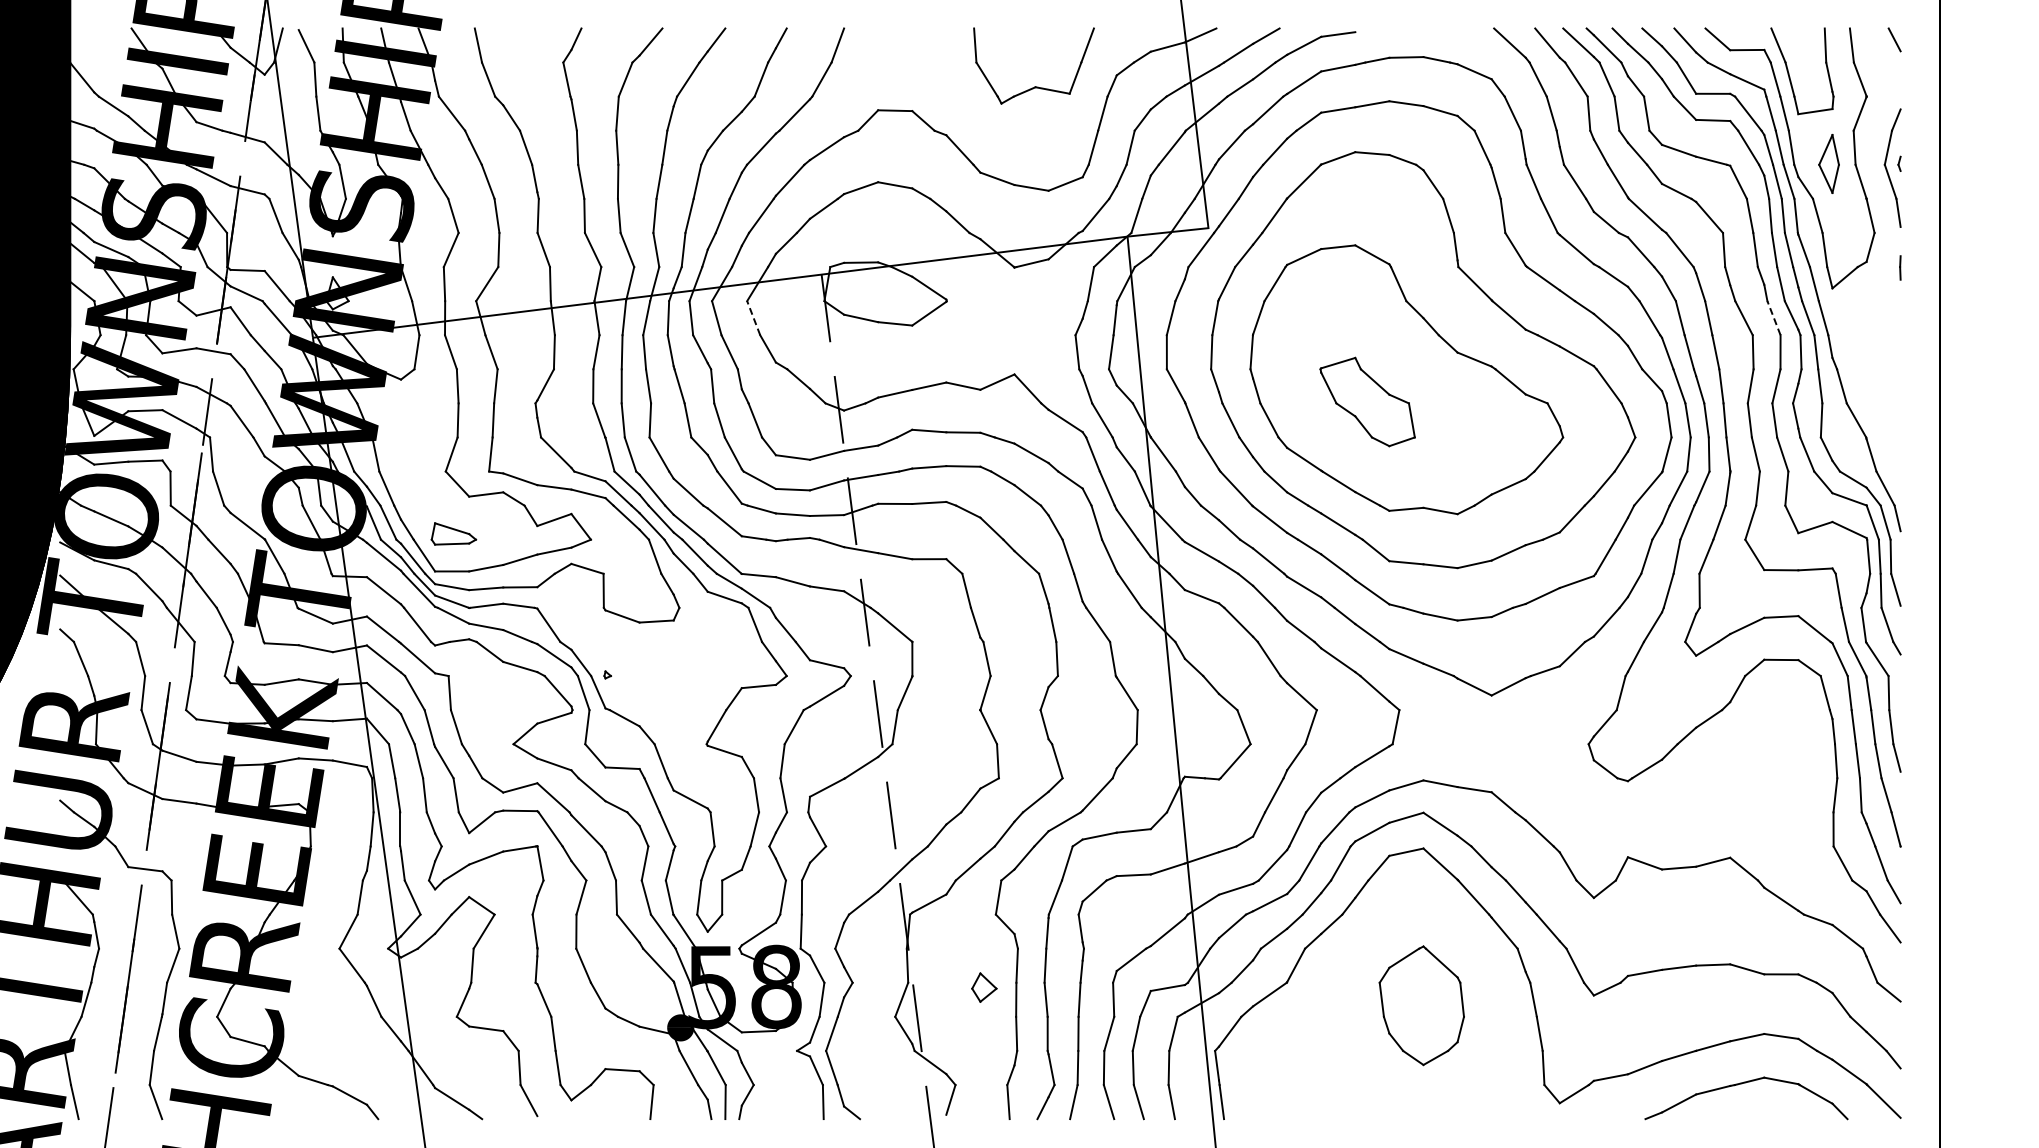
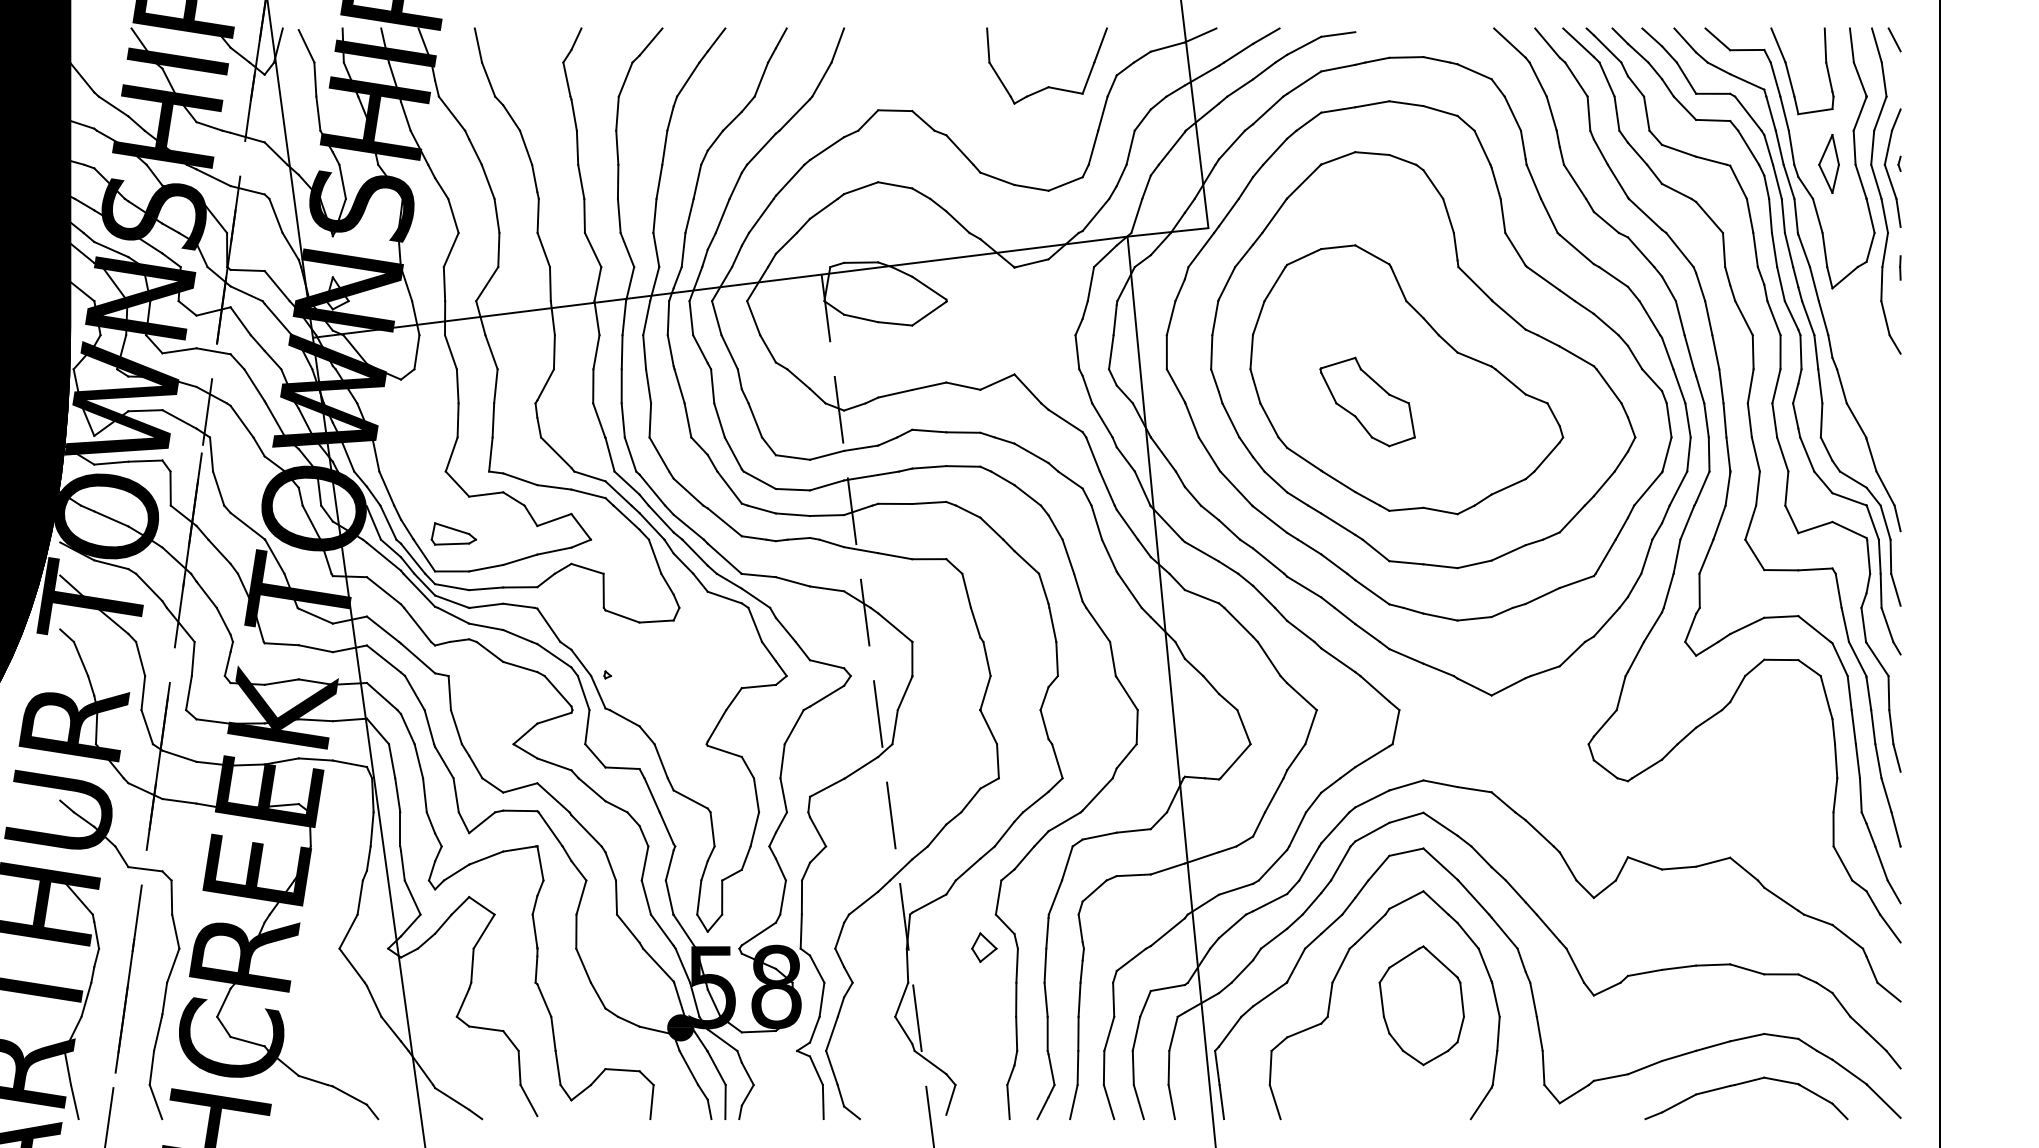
part at (1034, 86) position: (1034, 86) -> (1047, 86)
part at (1885, 190): none -> present
line at (753, 317): dashed -> solid
line at (1773, 317): dashed -> solid
part at (984, 987) position: (984, 987) -> (984, 947)
part at (1331, 998): none -> present
